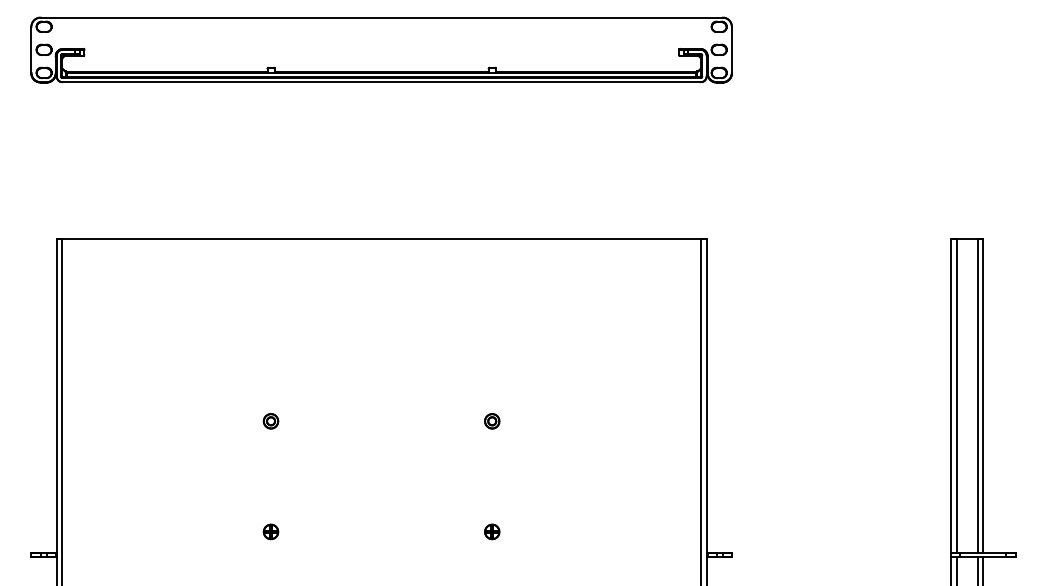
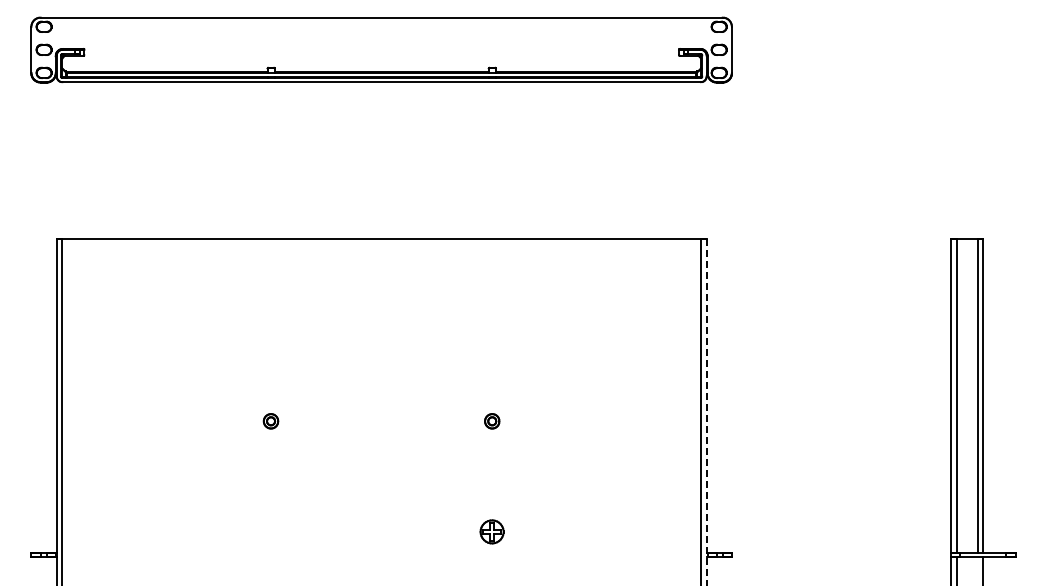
line at (706, 412): solid -> dashed
part at (270, 531): present -> none
part at (492, 531) size: 17x18 px -> 26x26 px
line at (977, 569): present -> none
